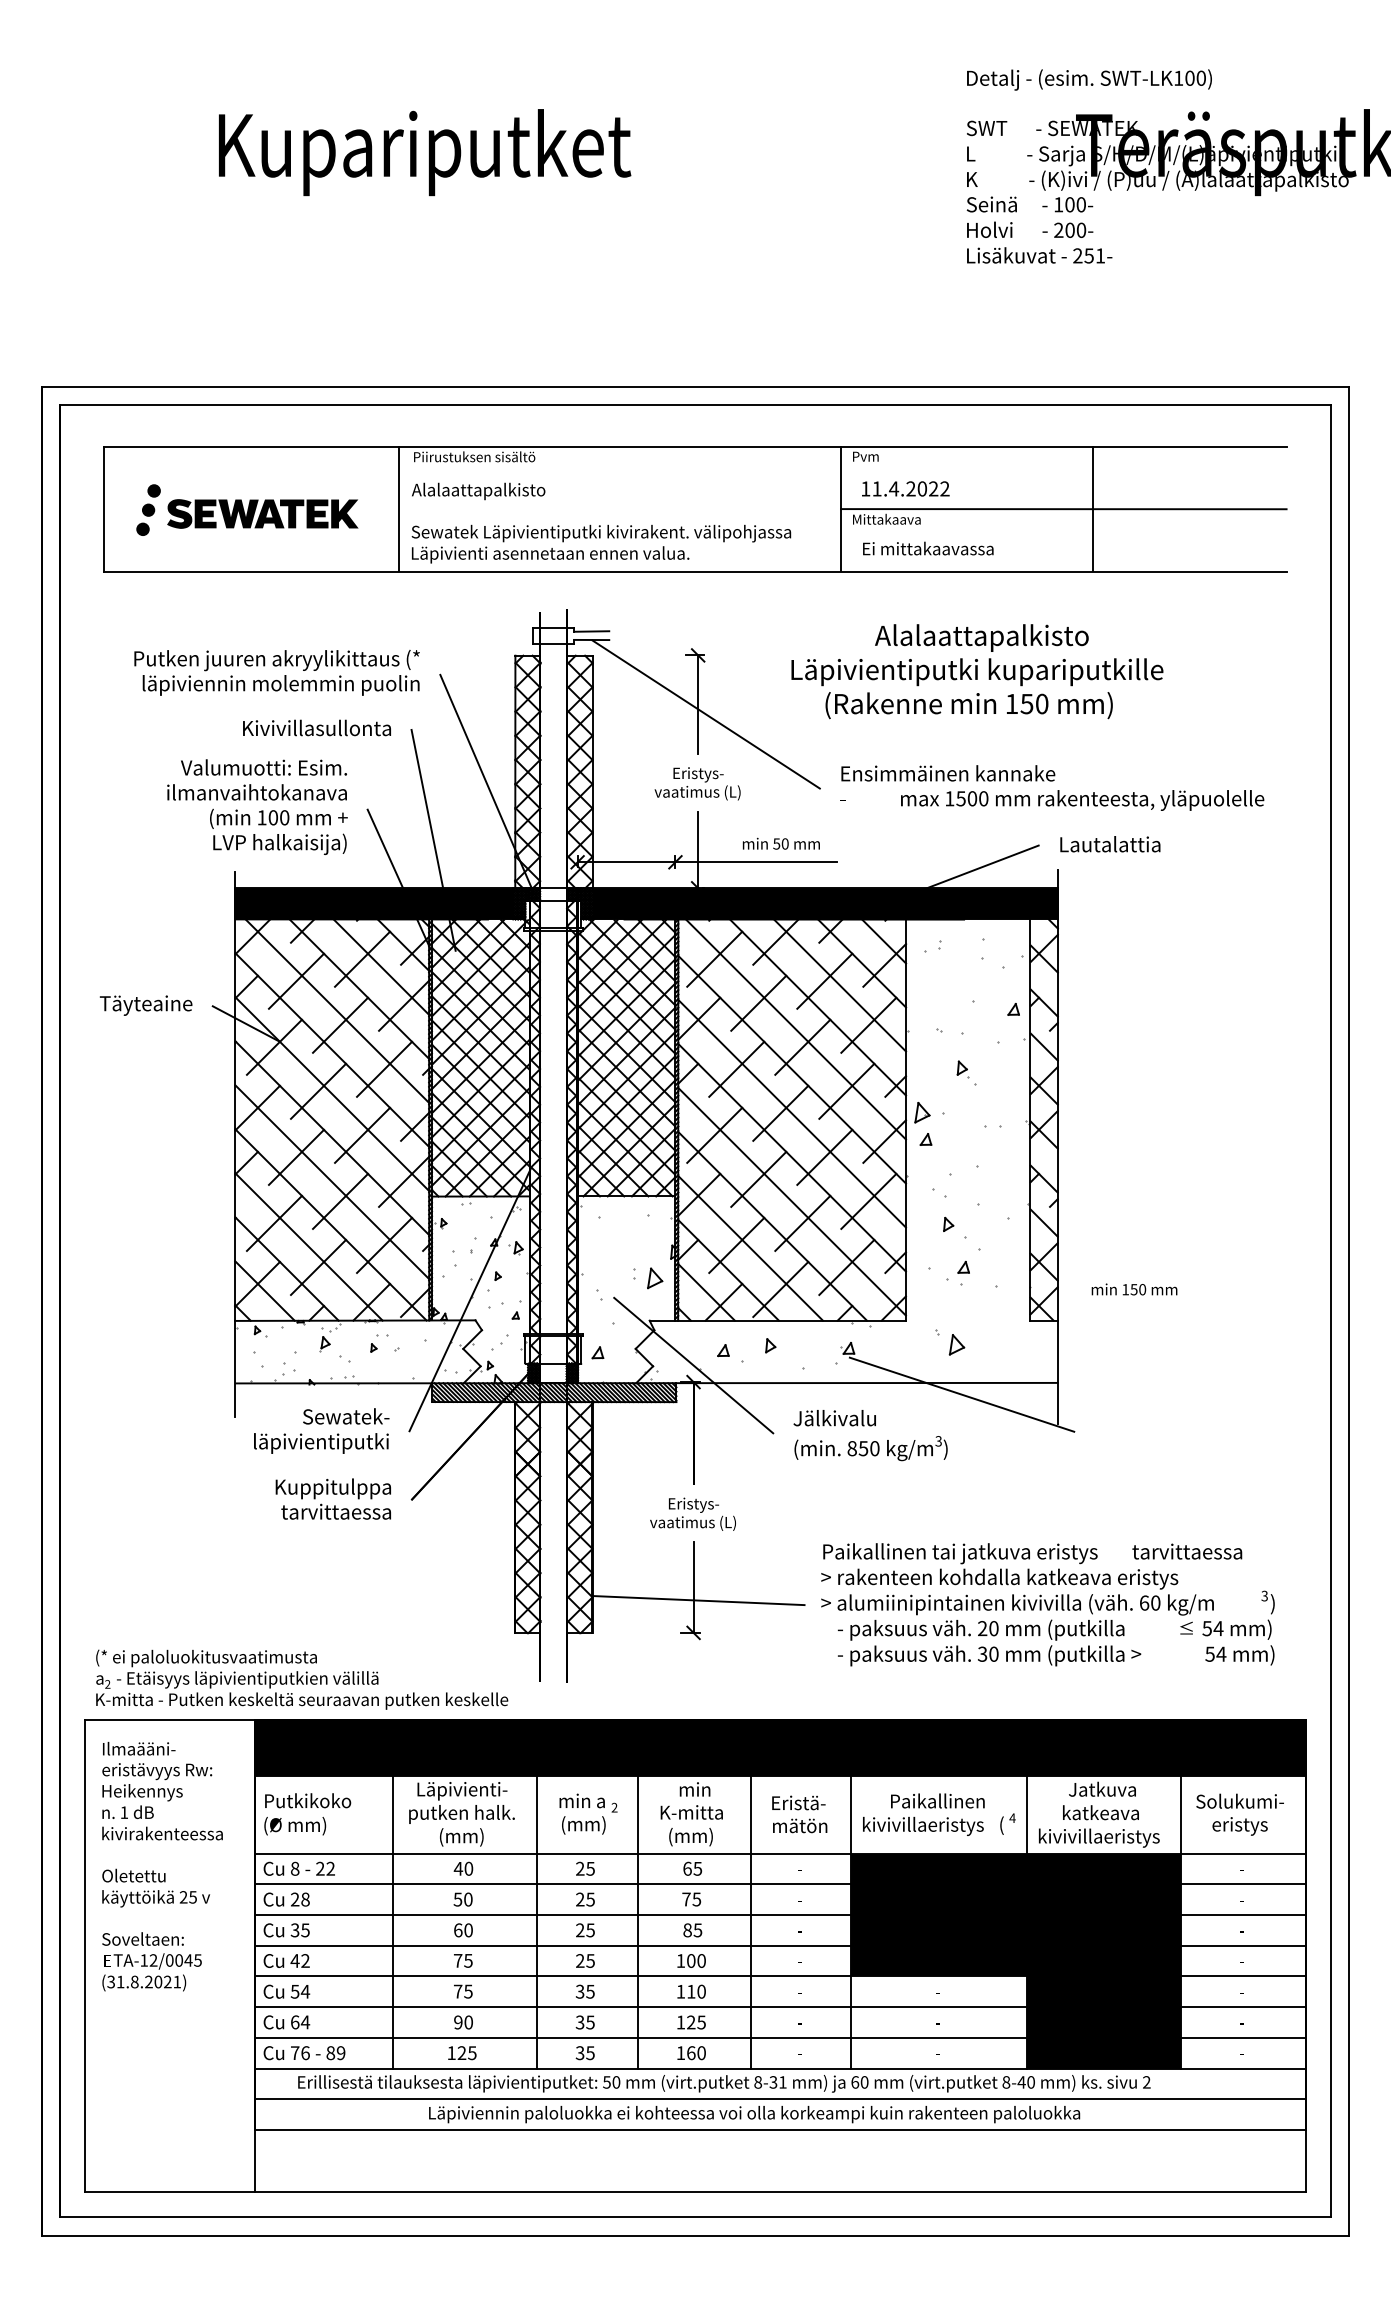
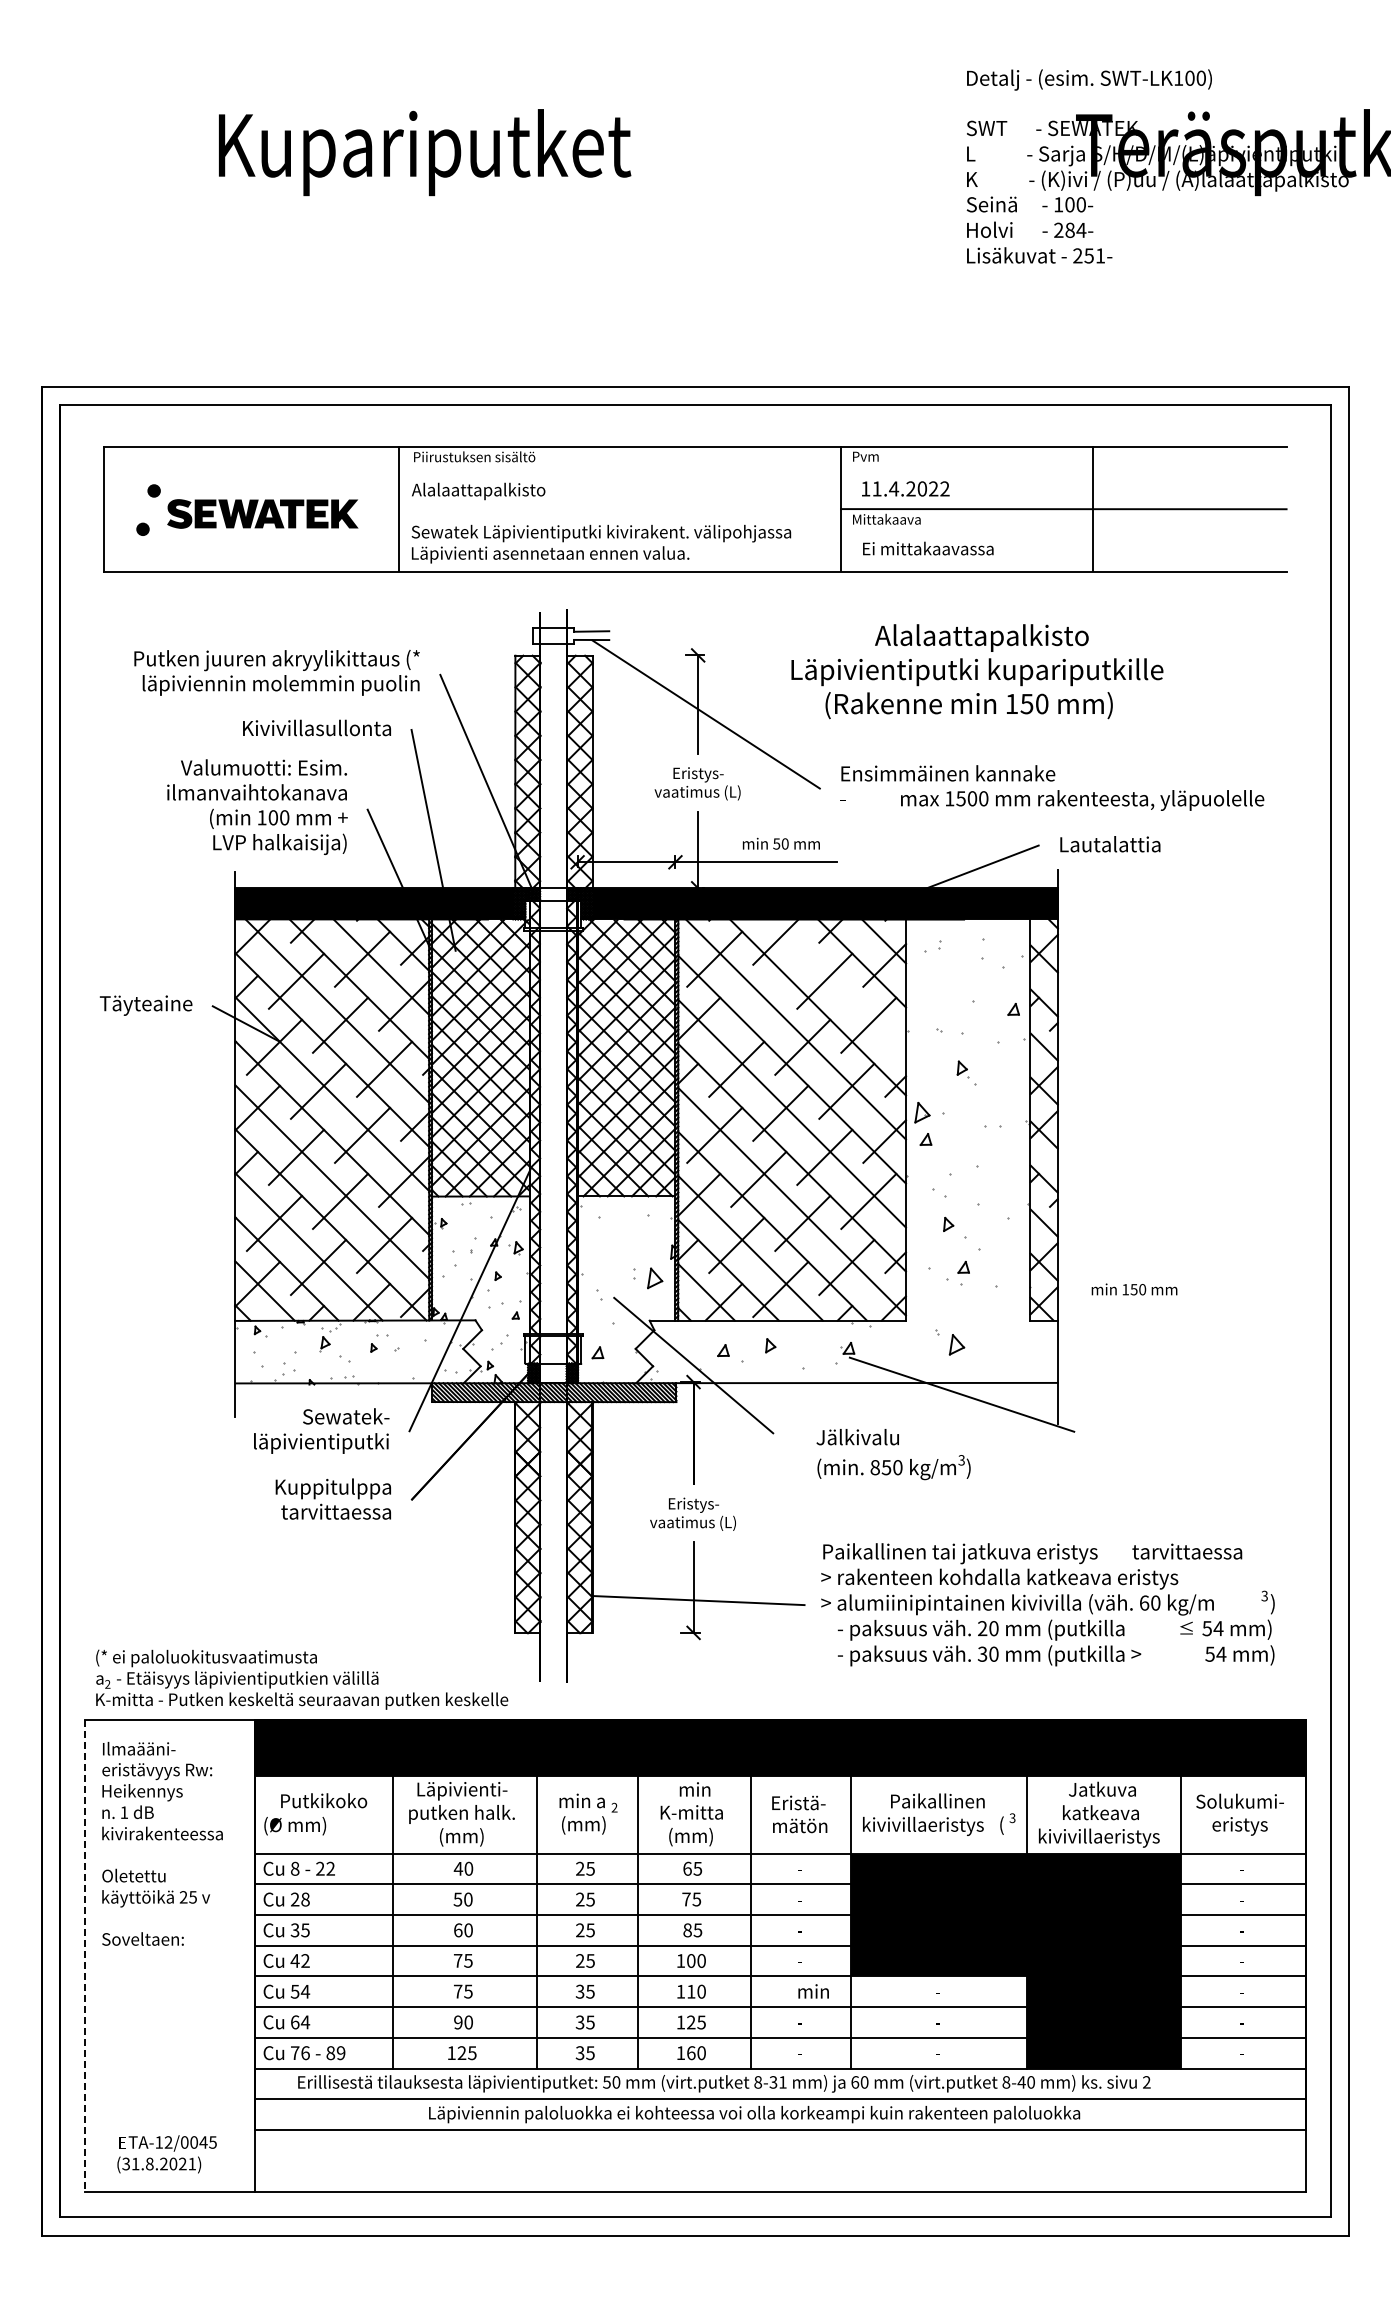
text at (1075, 229): 200- -> 284-
fill at (148, 509): present -> none
line at (840, 985): present -> none
line at (758, 1002): present -> none
text at (870, 1435) position: (870, 1435) -> (893, 1454)
text at (308, 1800) position: (308, 1800) -> (324, 1800)
text at (1012, 1818): 4 -> 3
line at (85, 1956): solid -> dashed
text at (151, 1972) position: (151, 1972) -> (166, 2154)
text at (813, 1991): - -> min
